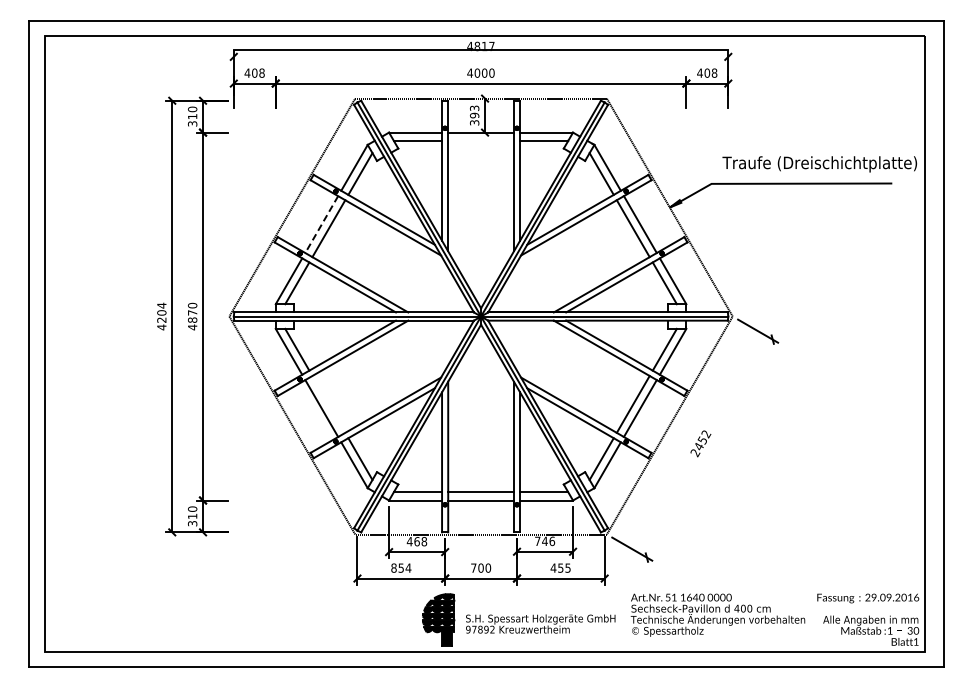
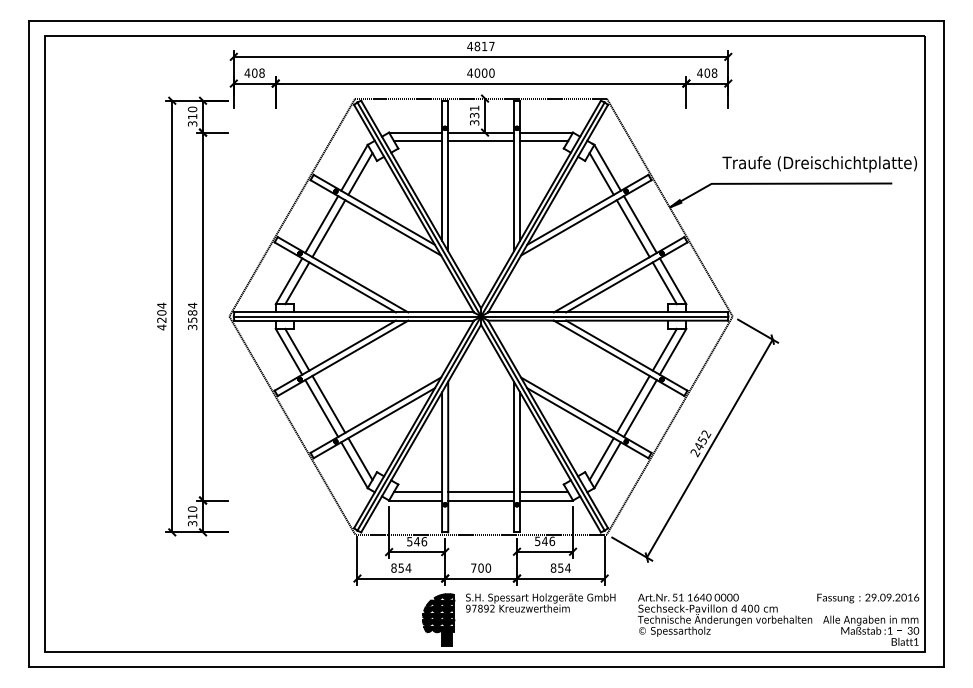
line at (480, 49) position: (480, 49) -> (480, 56)
text at (474, 111): 393 -> 331
line at (480, 140): none -> present
line at (321, 224): dashed -> solid
text at (192, 316): 4870 -> 3584
line at (328, 403): none -> present
line at (709, 448): none -> present
text at (416, 541): 468 -> 546
text at (537, 541): 746 -> 546
text at (560, 567): 455 -> 854
text at (717, 614) position: (717, 614) -> (724, 614)
text at (540, 623) position: (540, 623) -> (540, 602)
